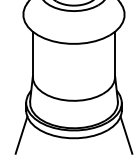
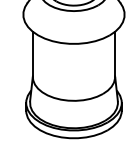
line at (21, 134): present -> none
line at (126, 134): present -> none
